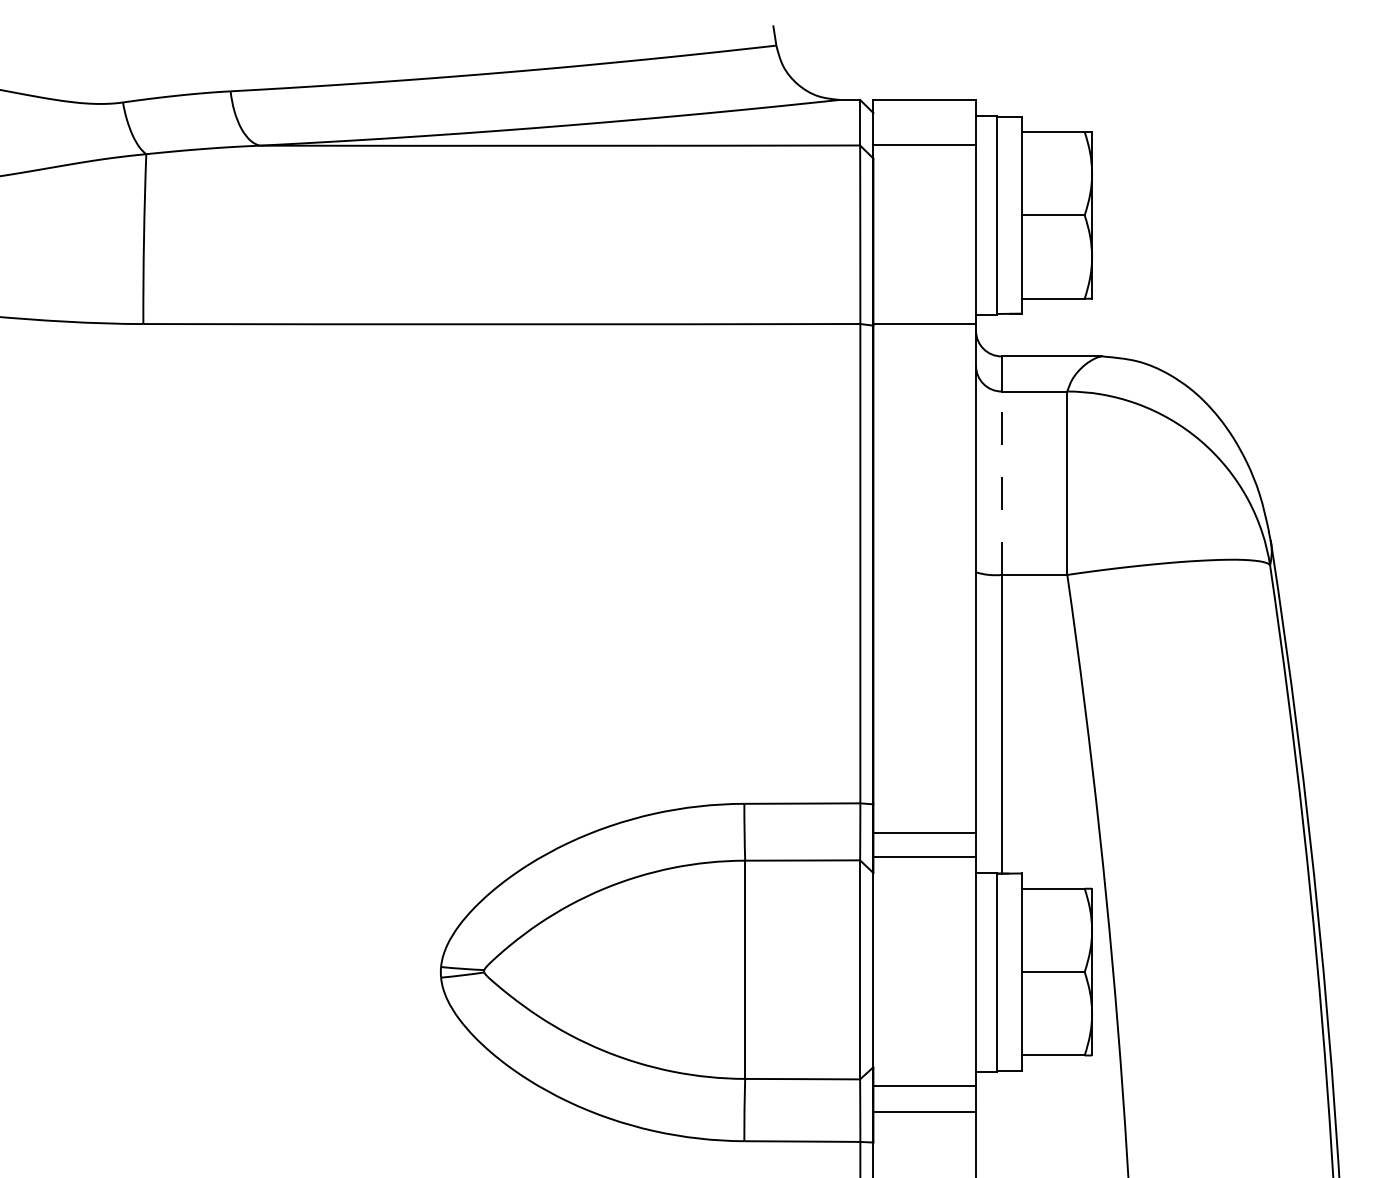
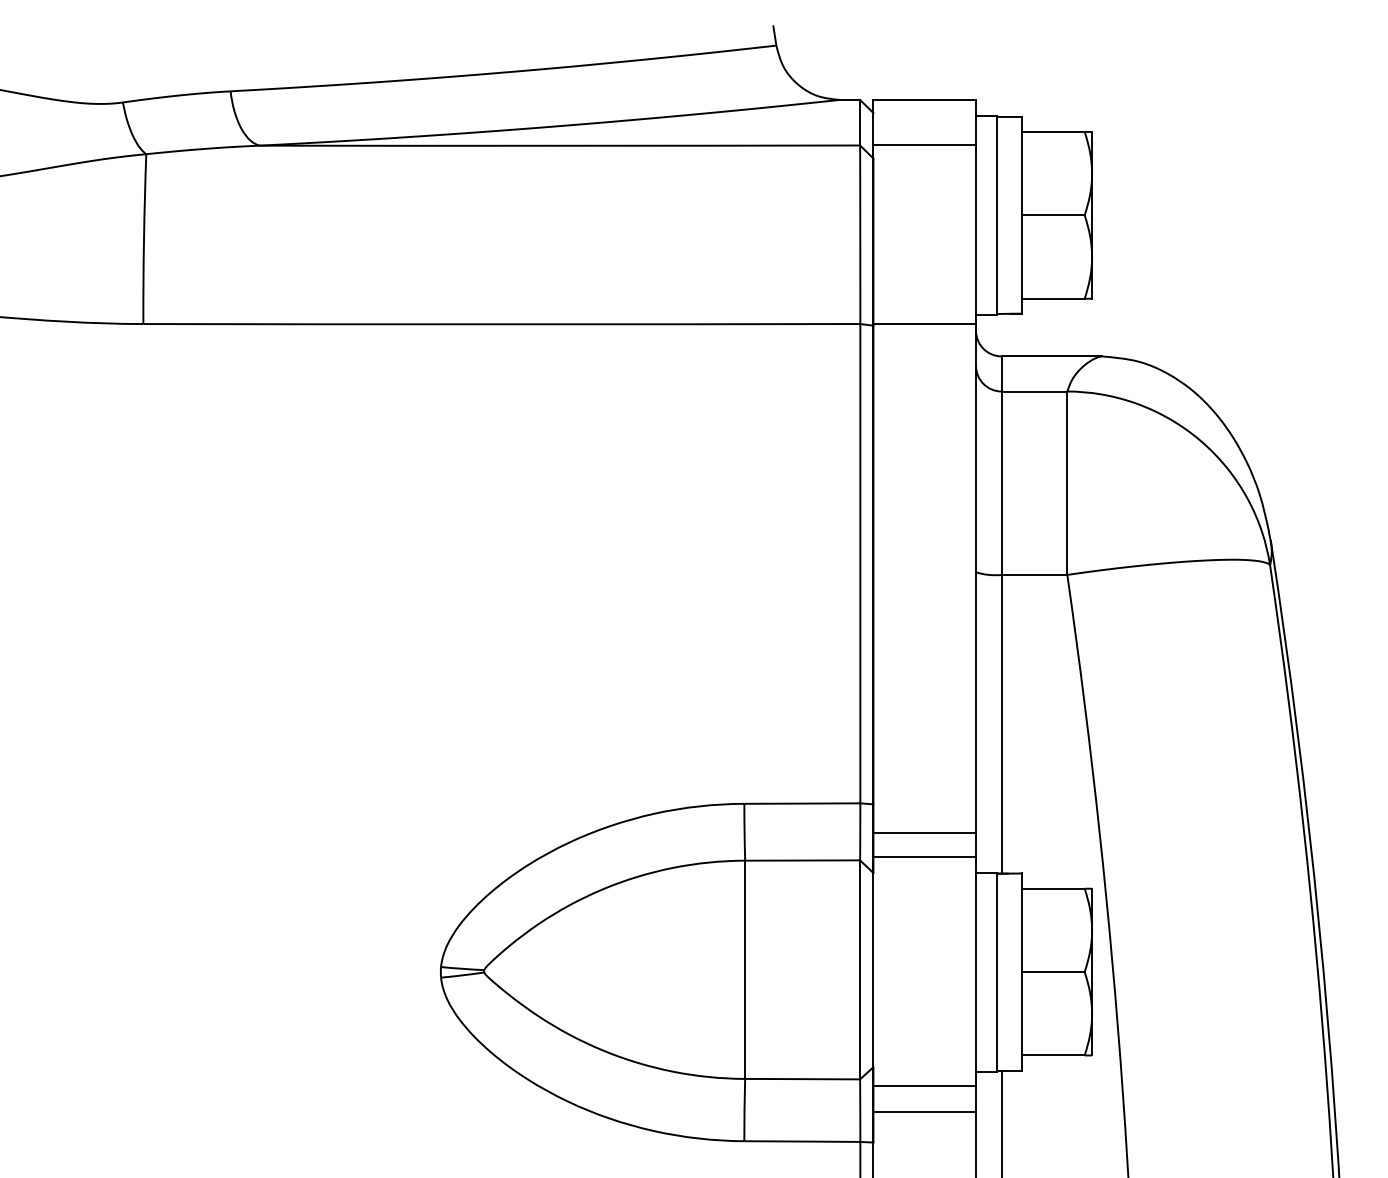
line at (1001, 483): dashed -> solid
line at (1001, 1122): none -> present
